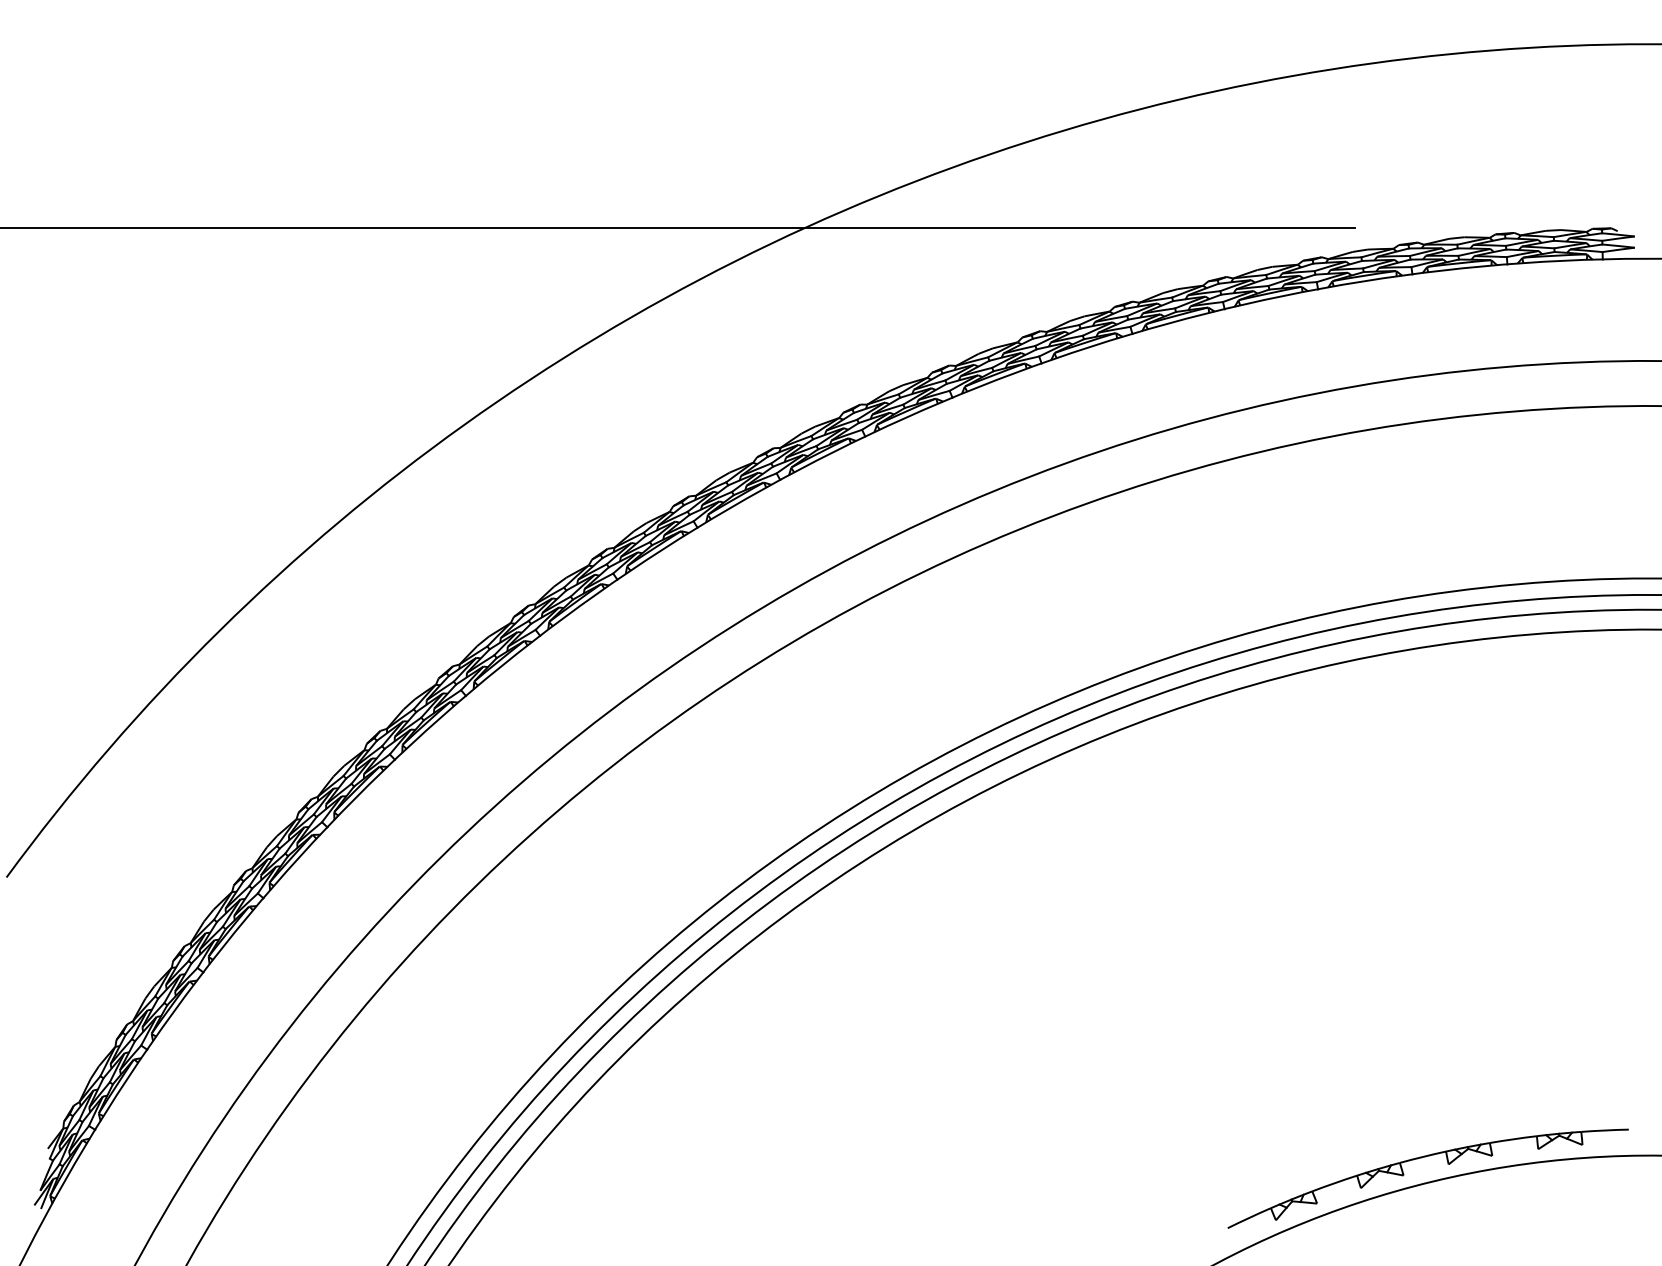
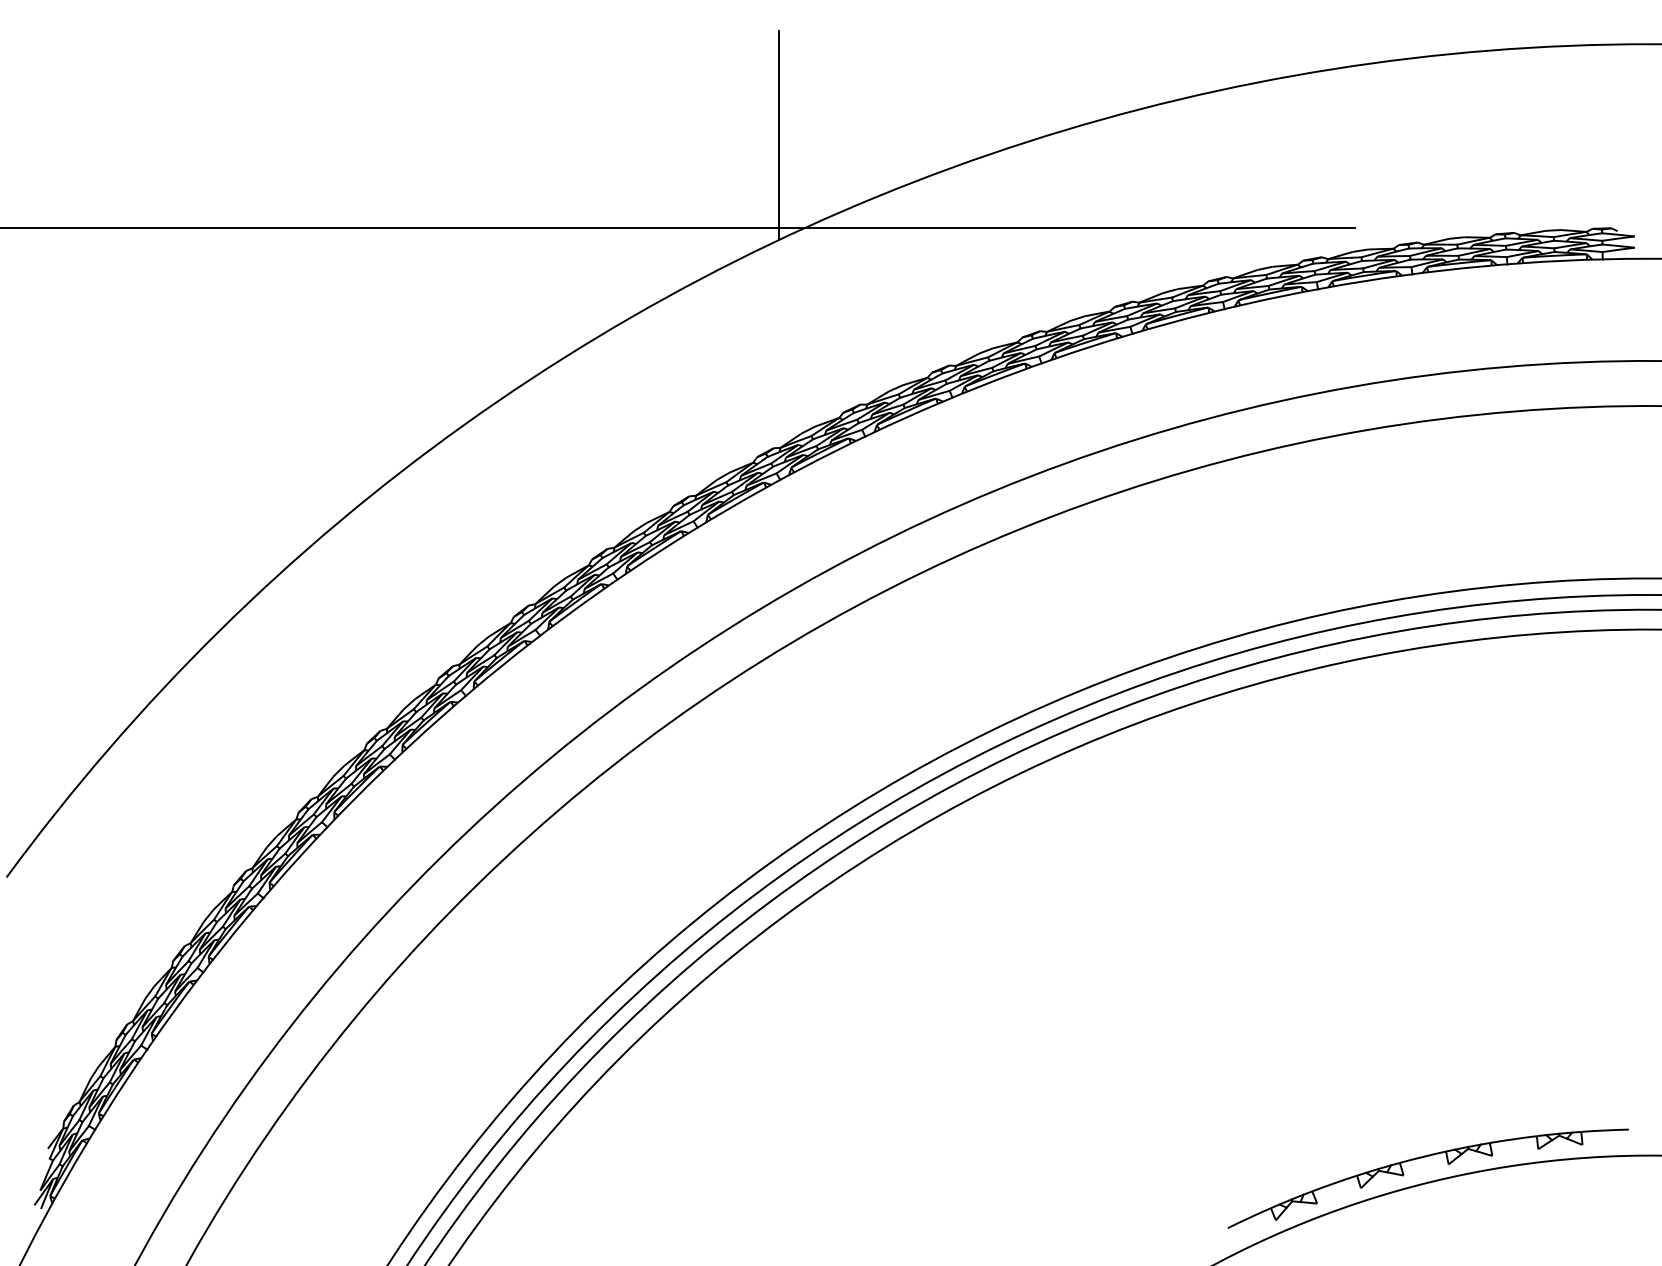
line at (779, 135): none -> present
